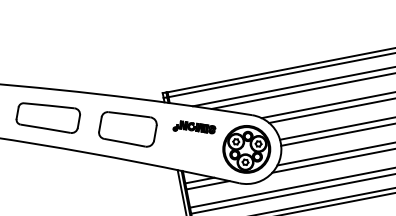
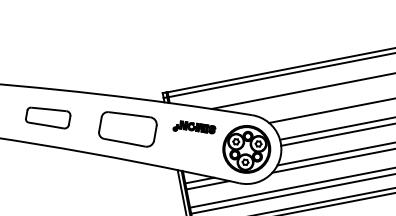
line at (292, 86): present -> none
line at (326, 105): present -> none
part at (47, 117) size: 66x32 px -> 47x24 px
